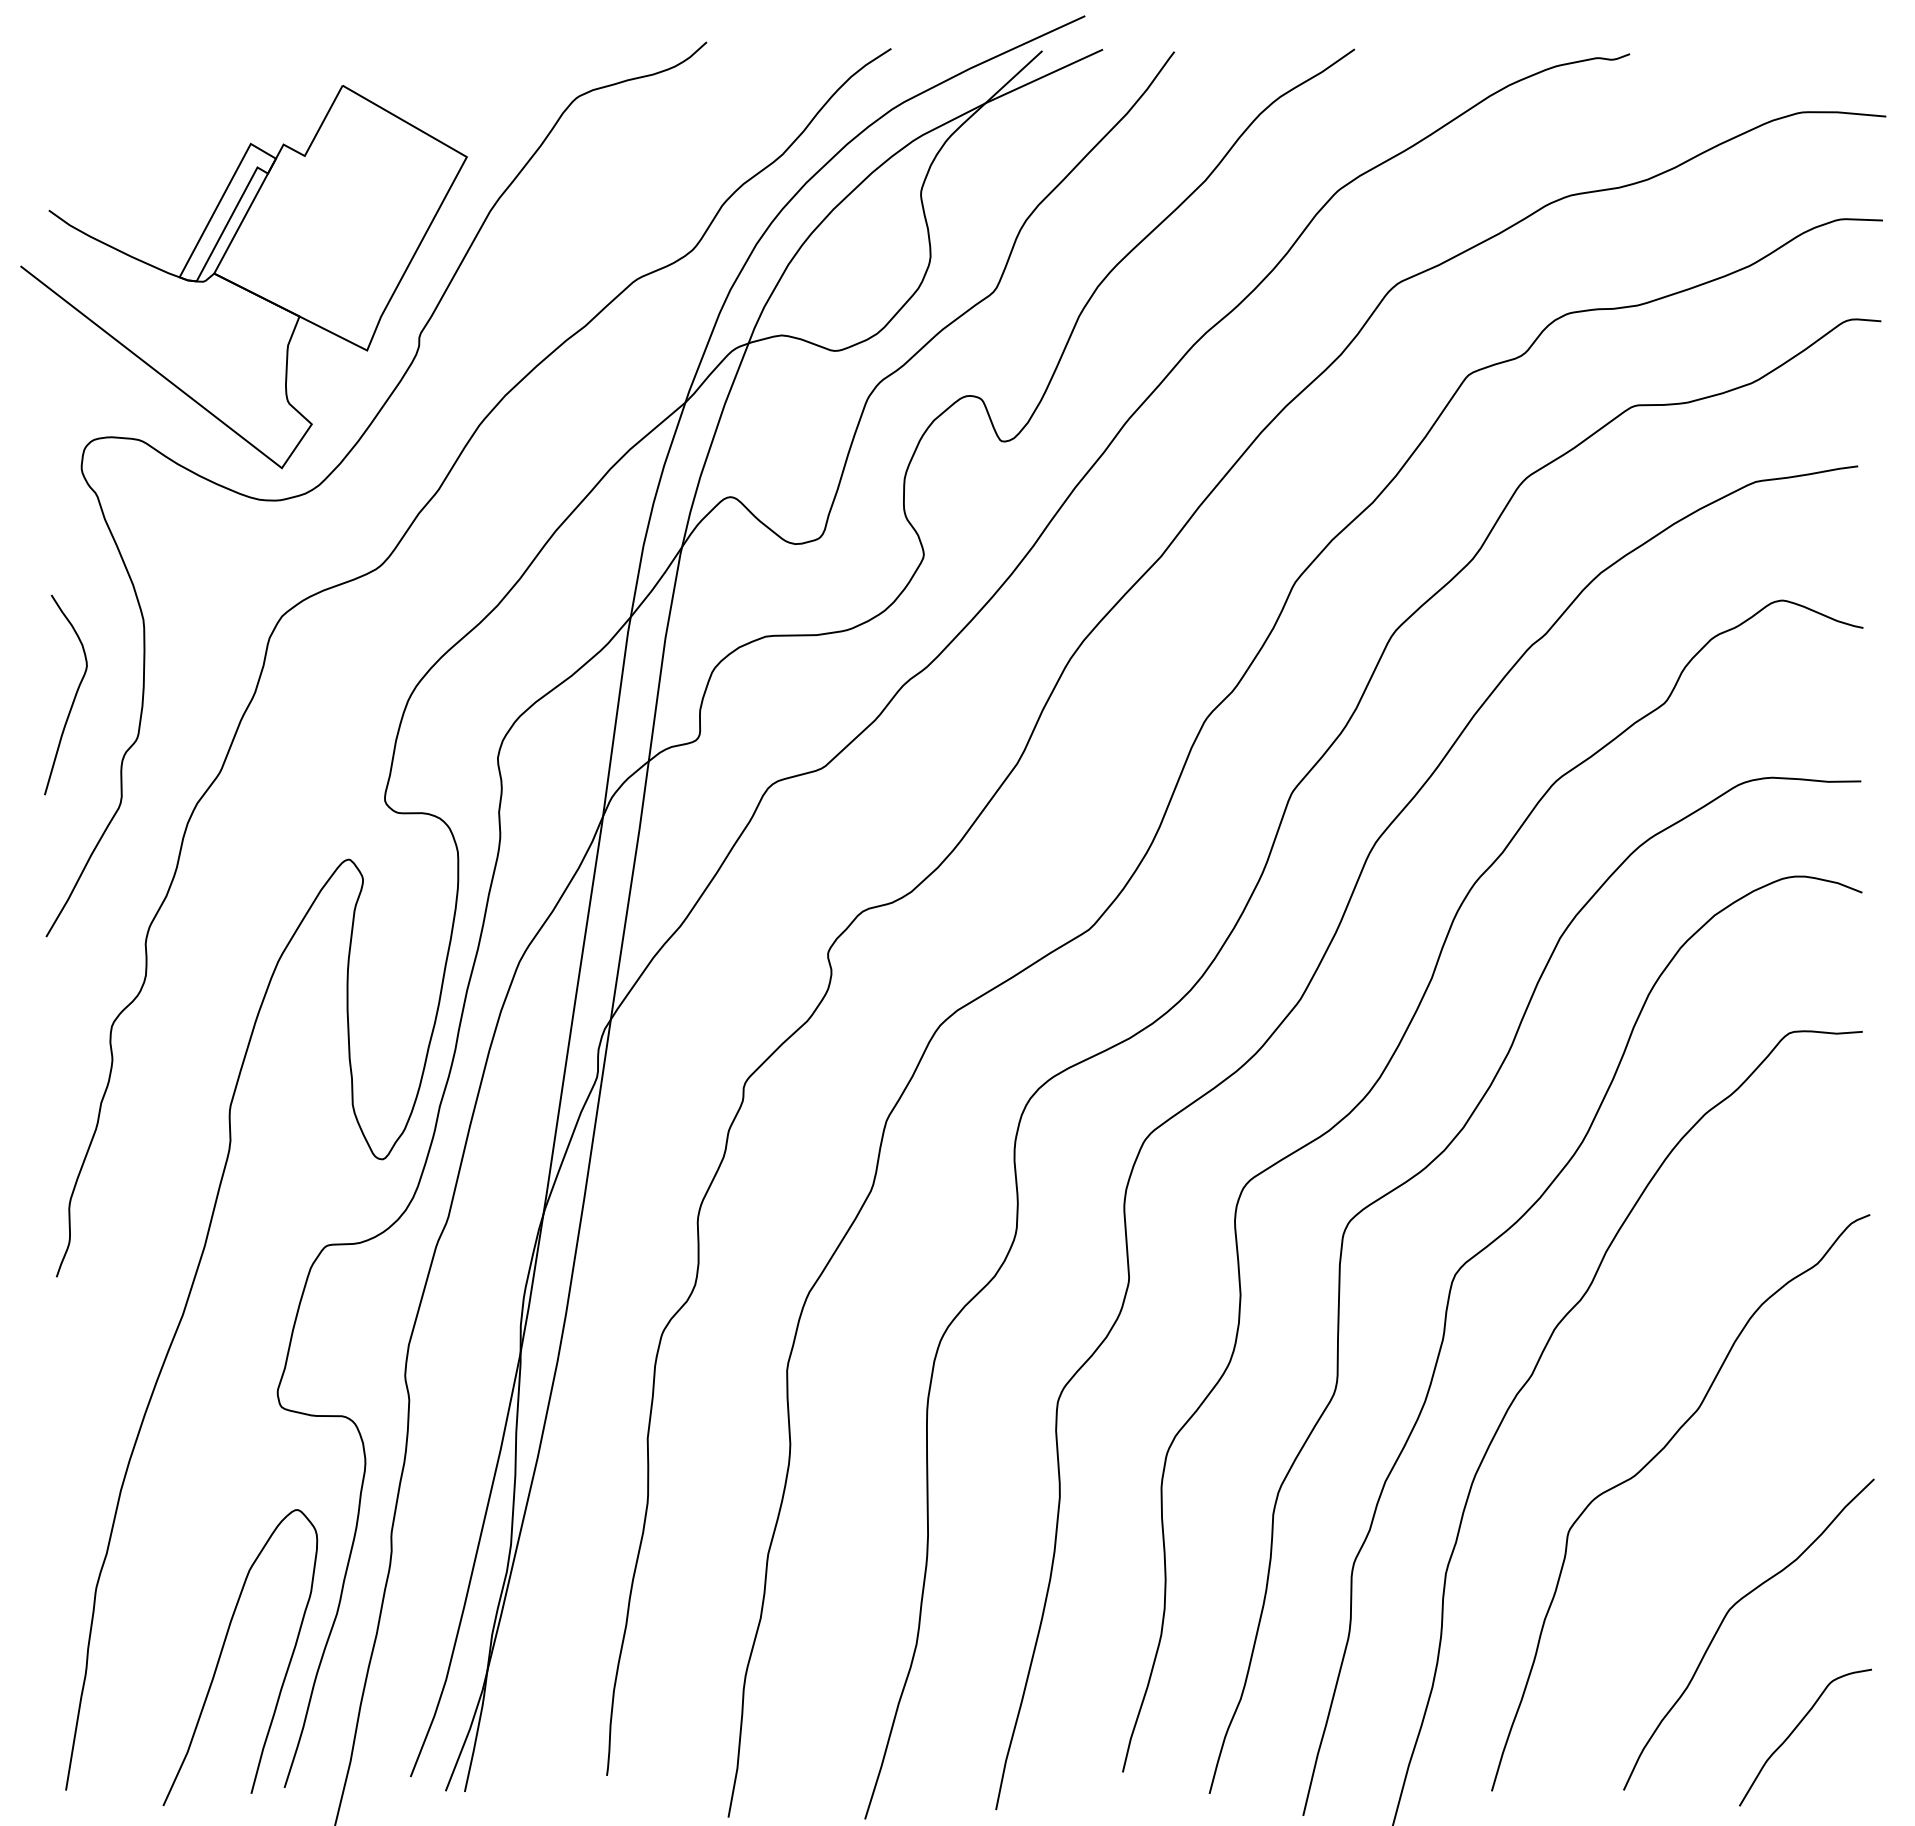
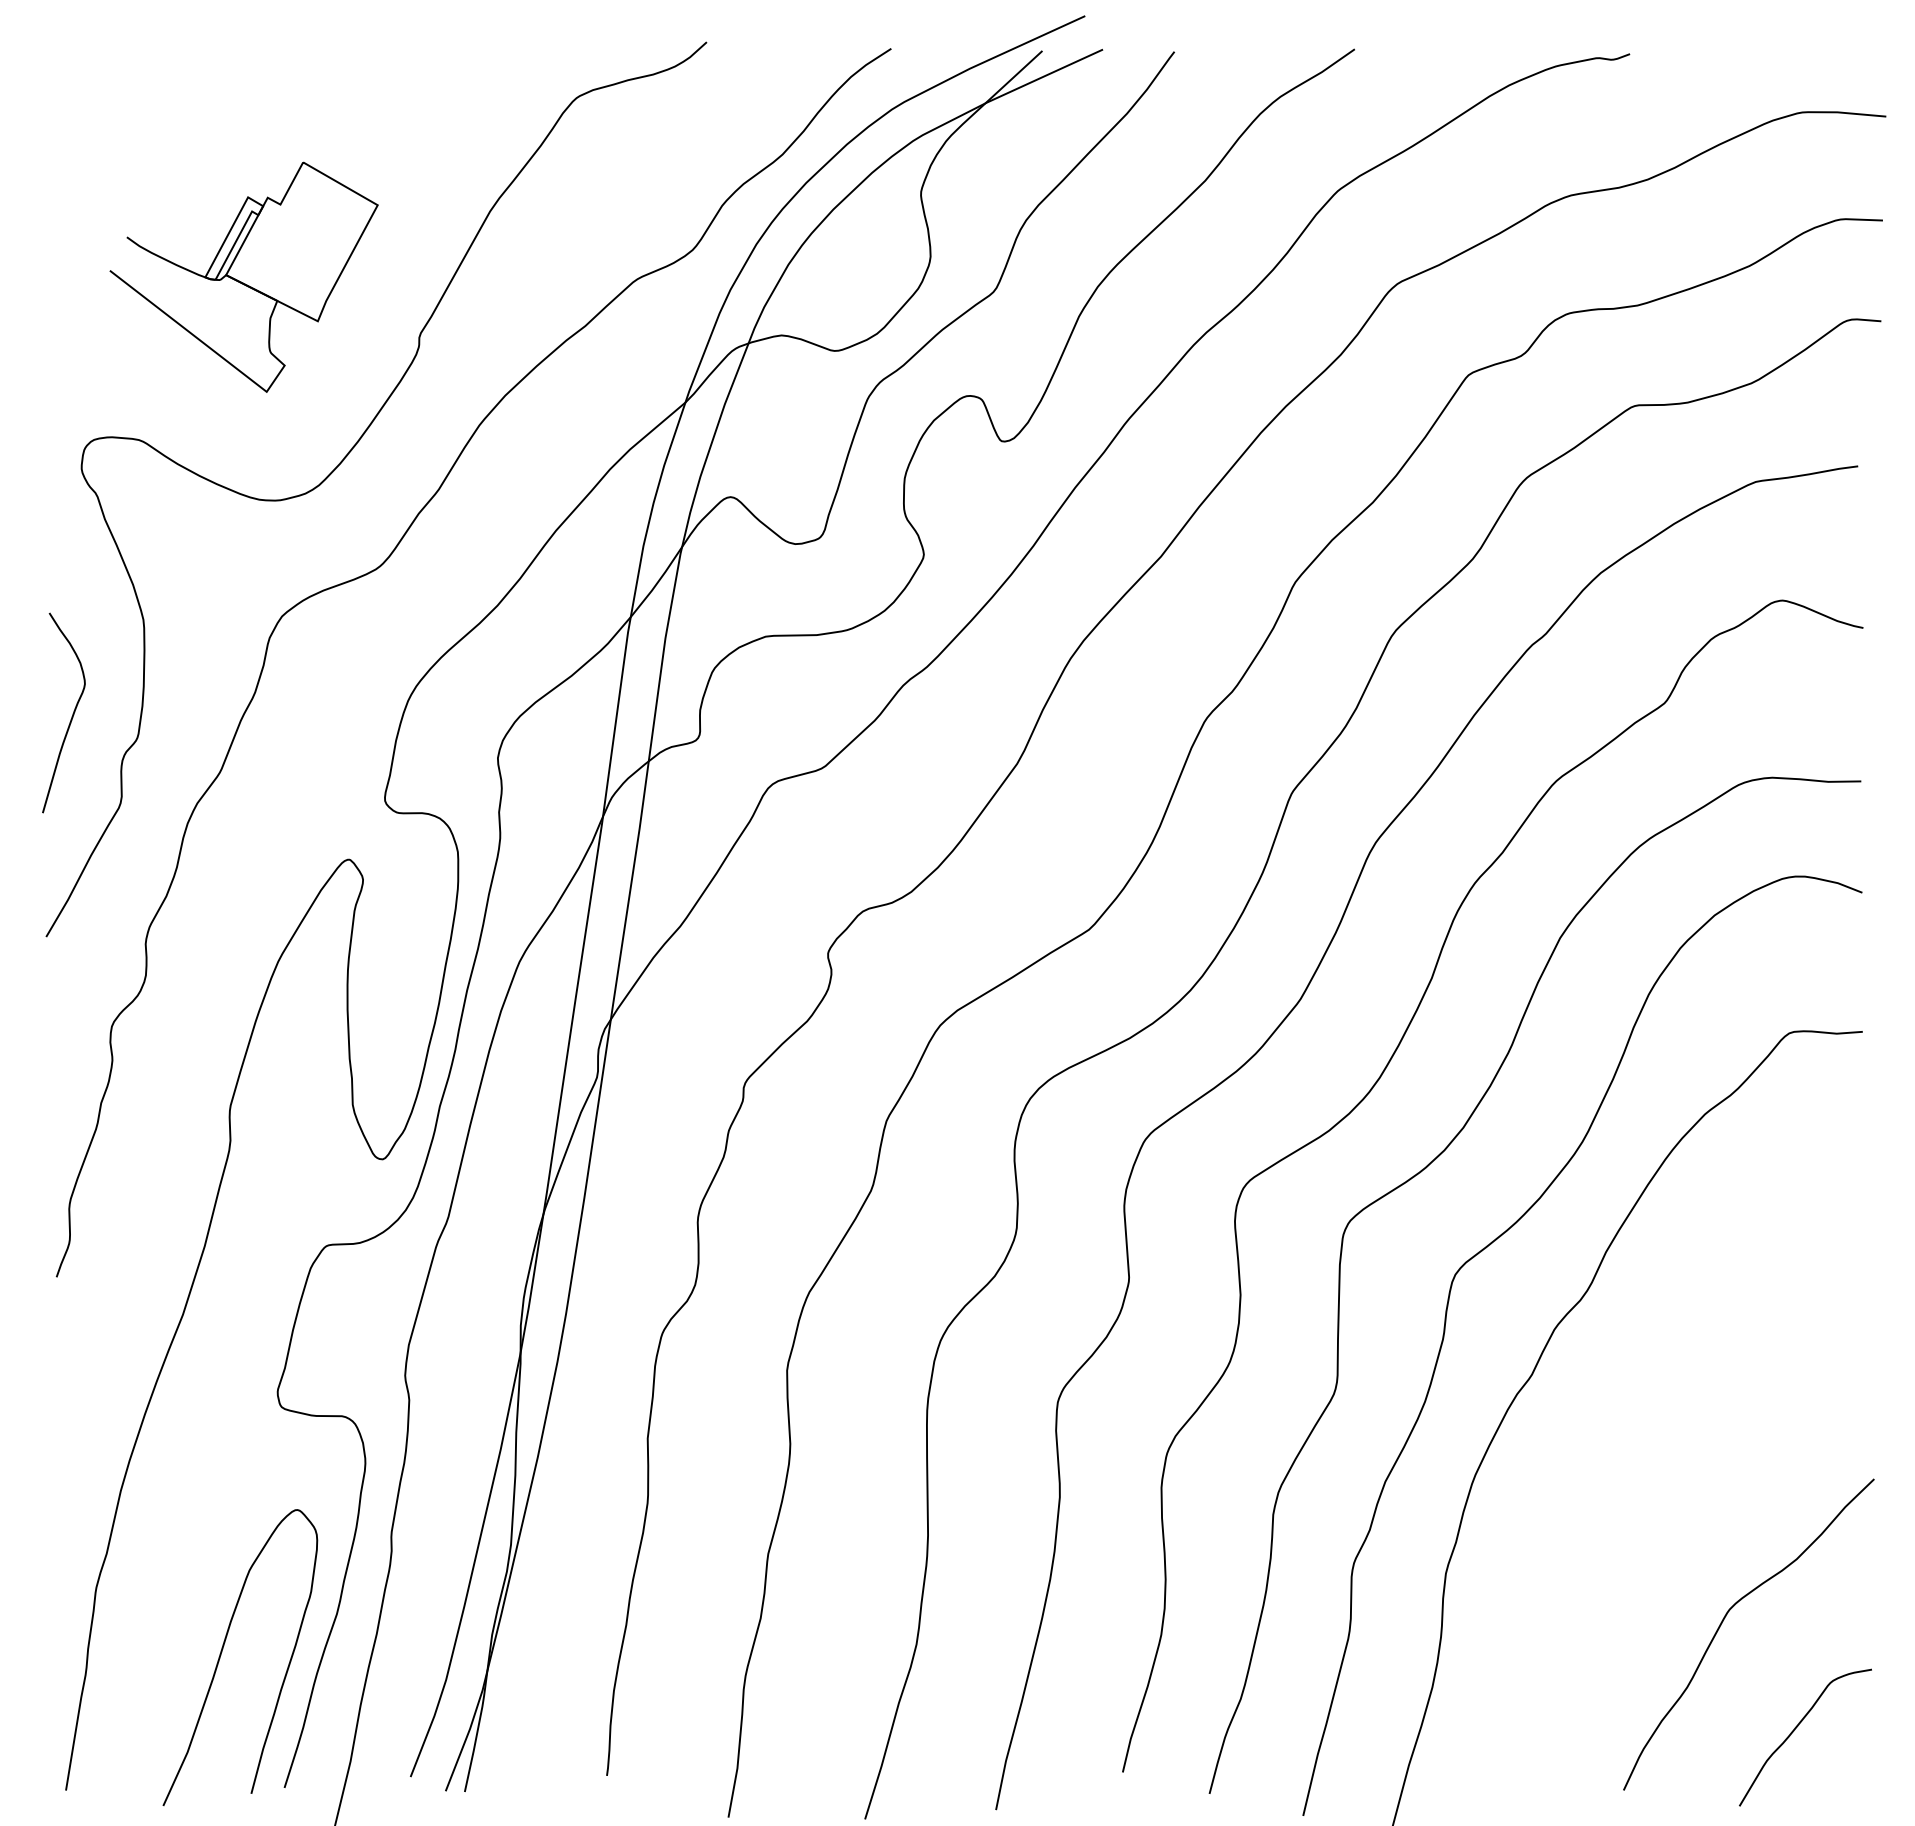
part at (243, 277) size: 448x385 px -> 270x232 px
curve at (73, 698) position: (73, 698) -> (71, 716)
curve at (1645, 1467): present -> none
